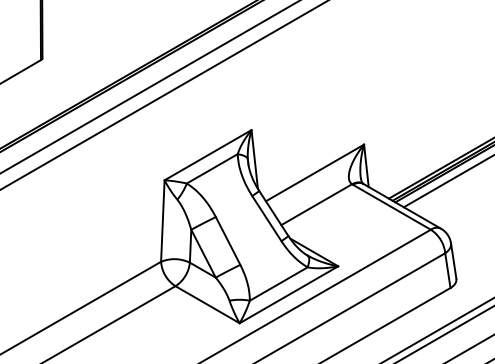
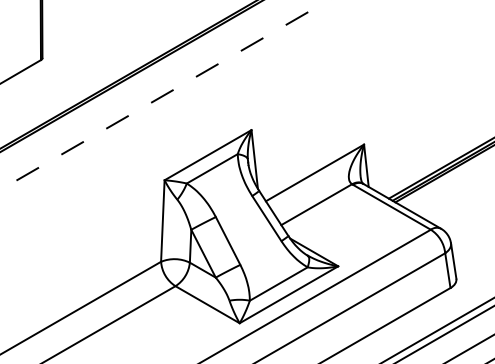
line at (149, 87): present -> none
line at (164, 95): solid -> dashed
line at (447, 181): present -> none
